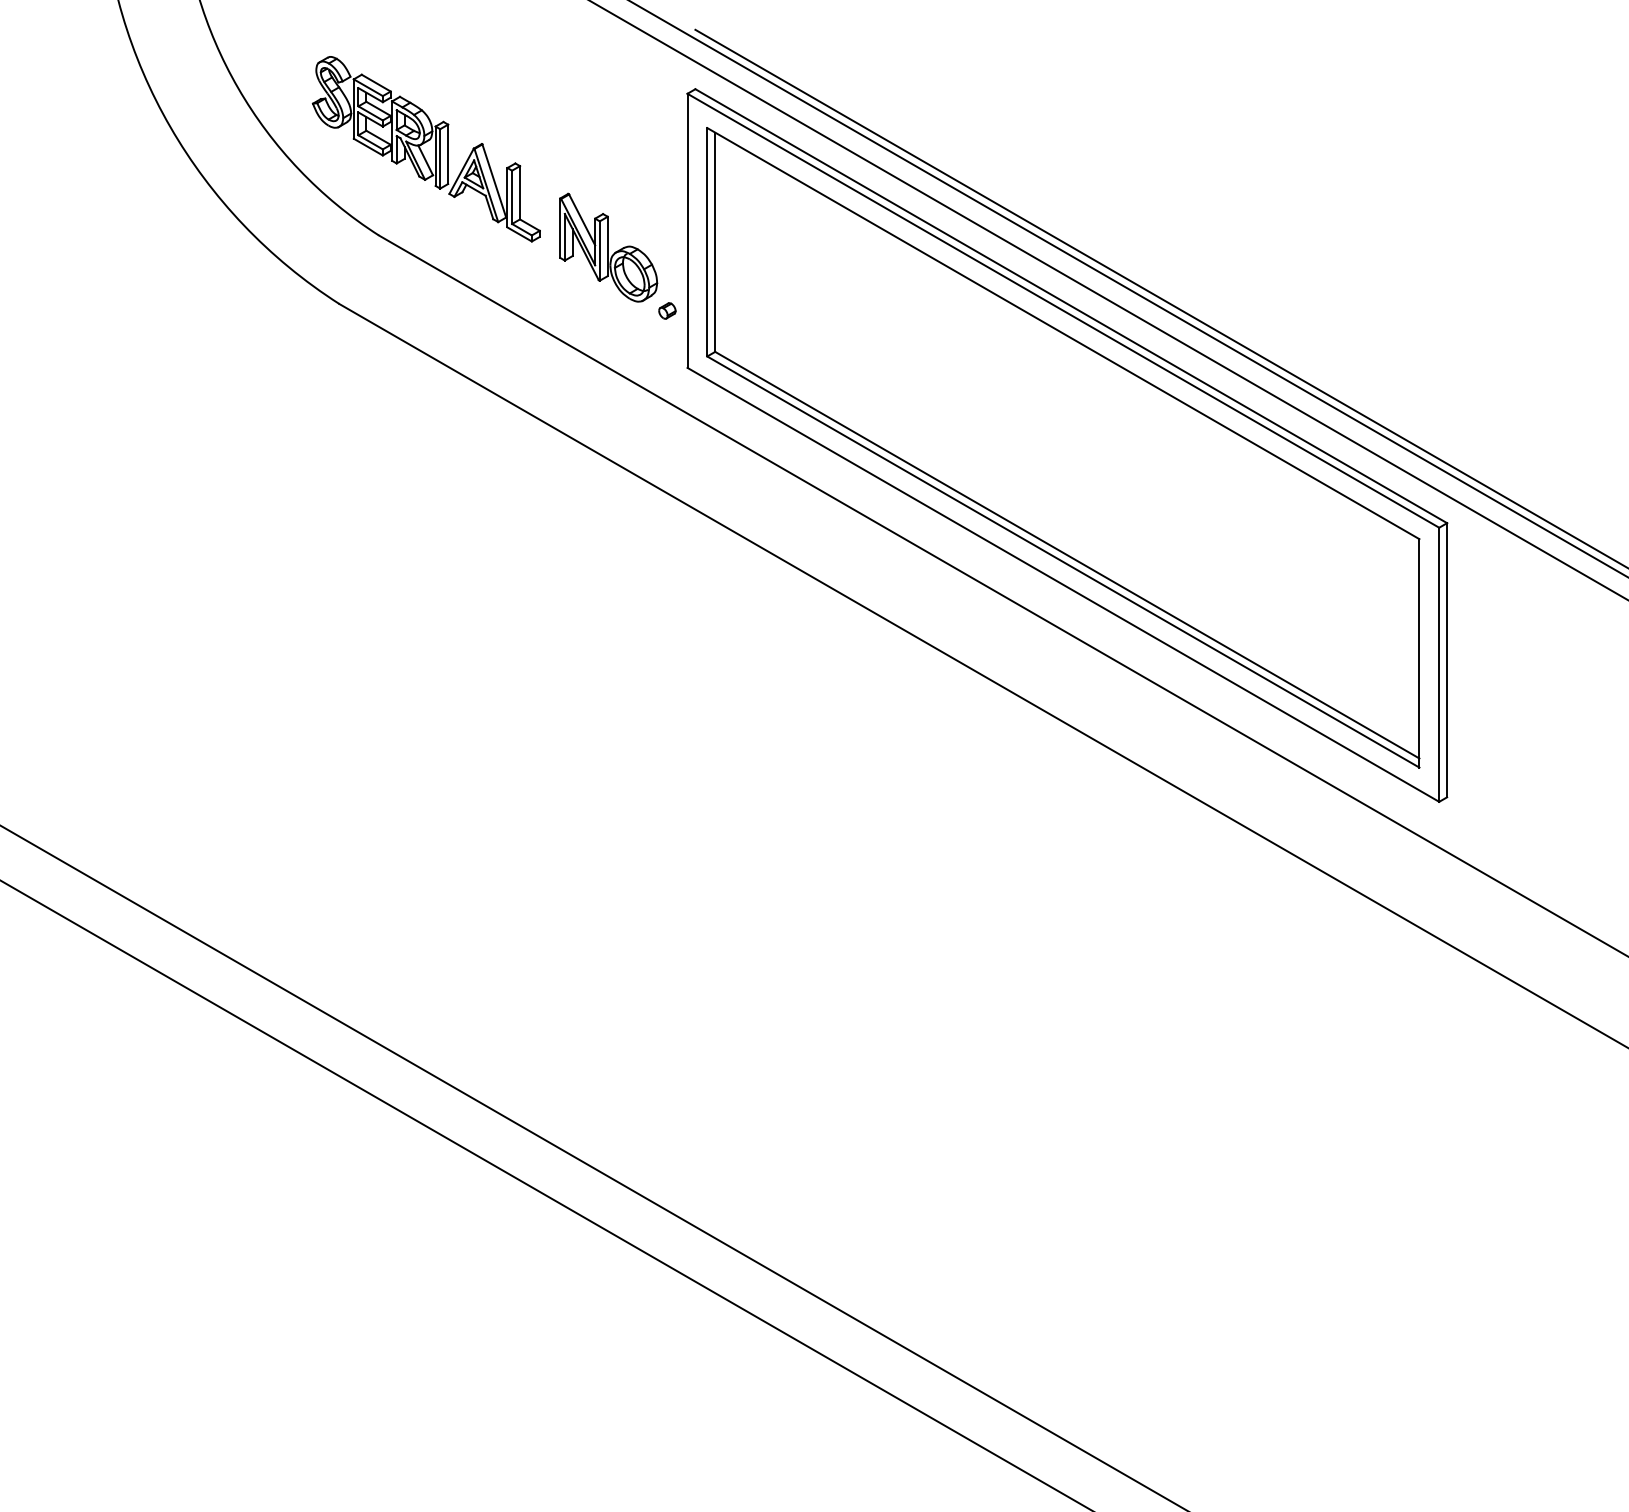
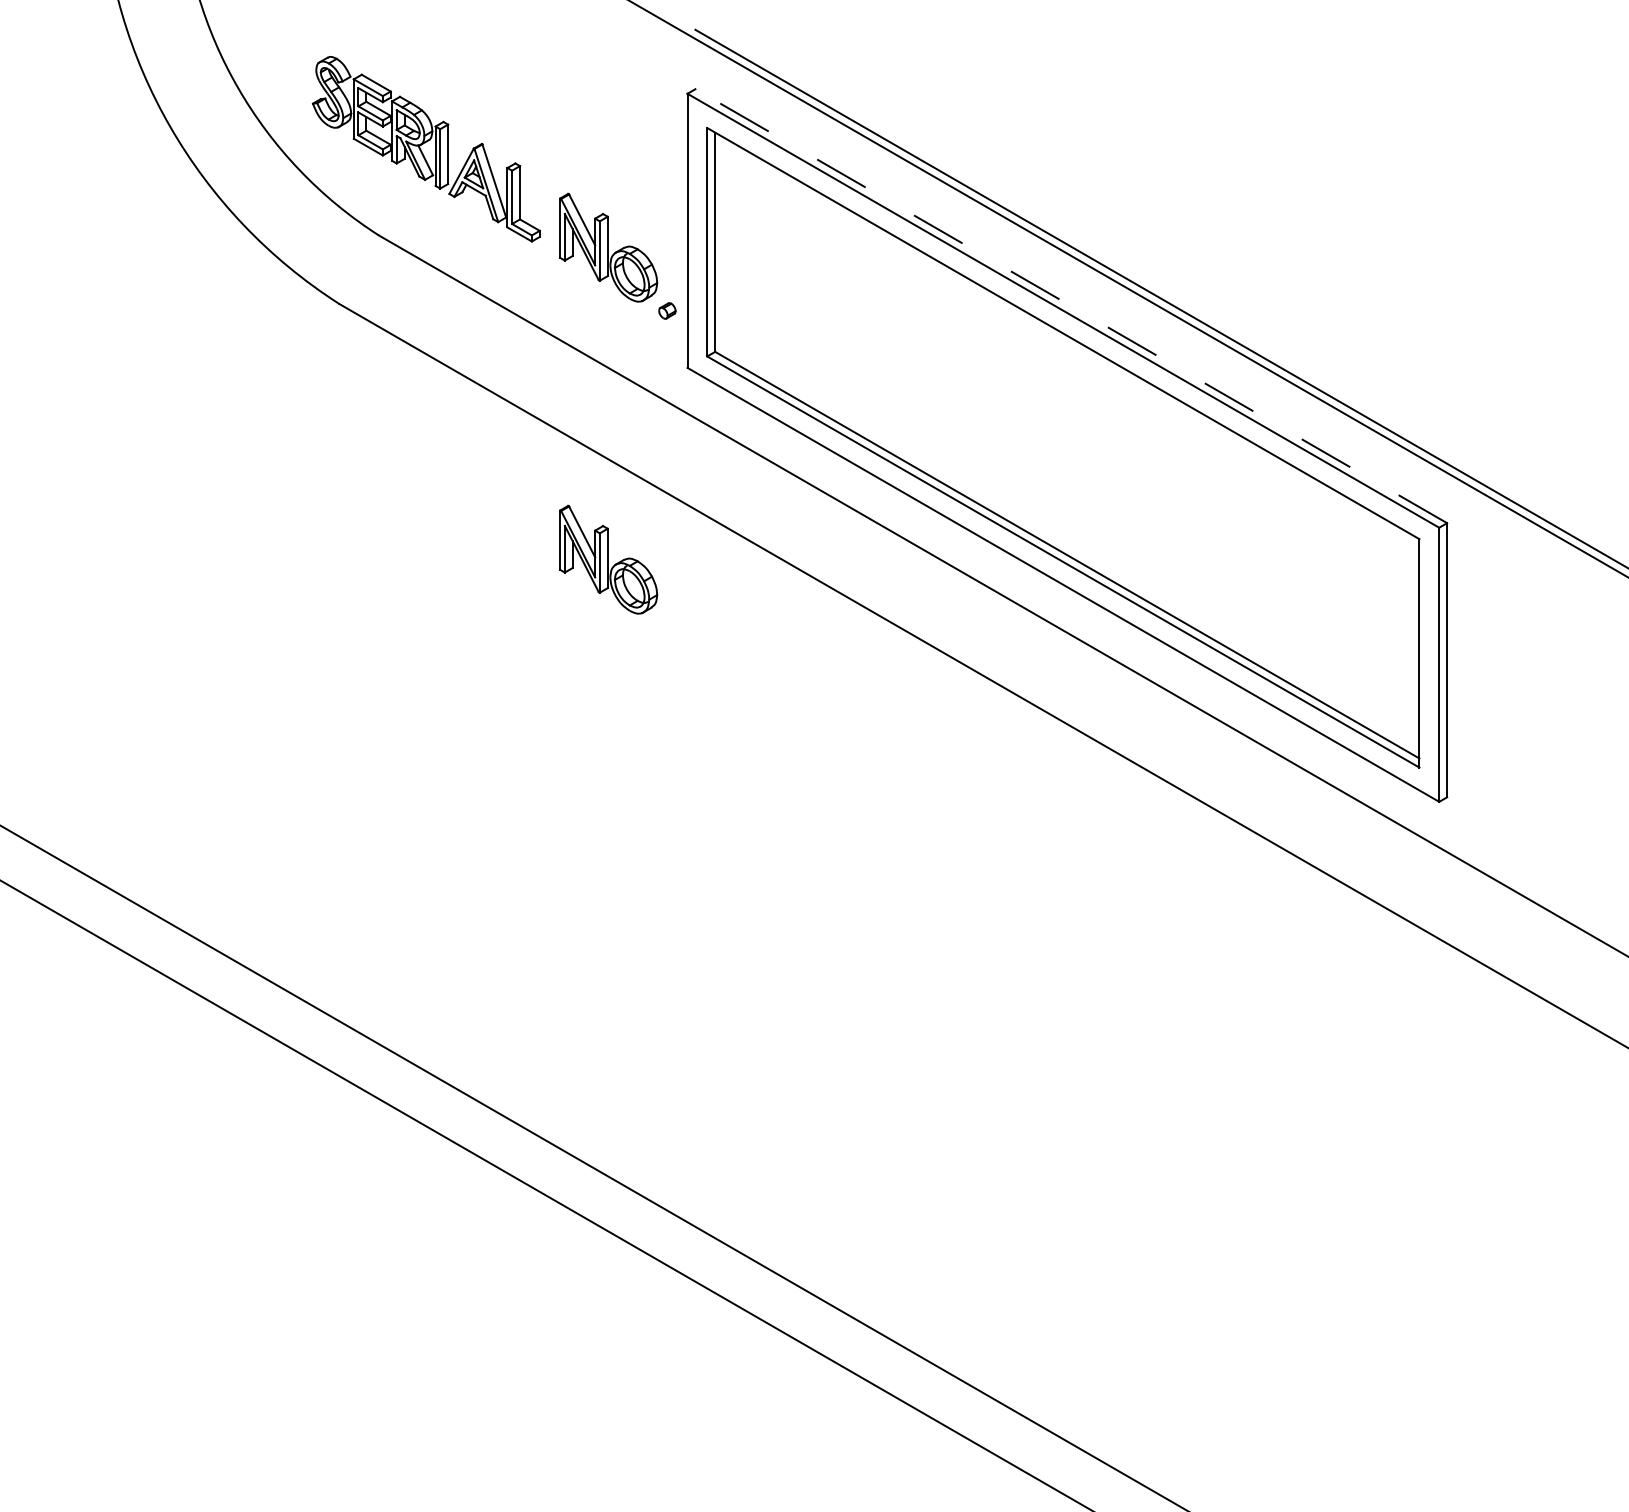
line at (1108, 300): present -> none
line at (1071, 306): solid -> dashed
part at (608, 559): none -> present
